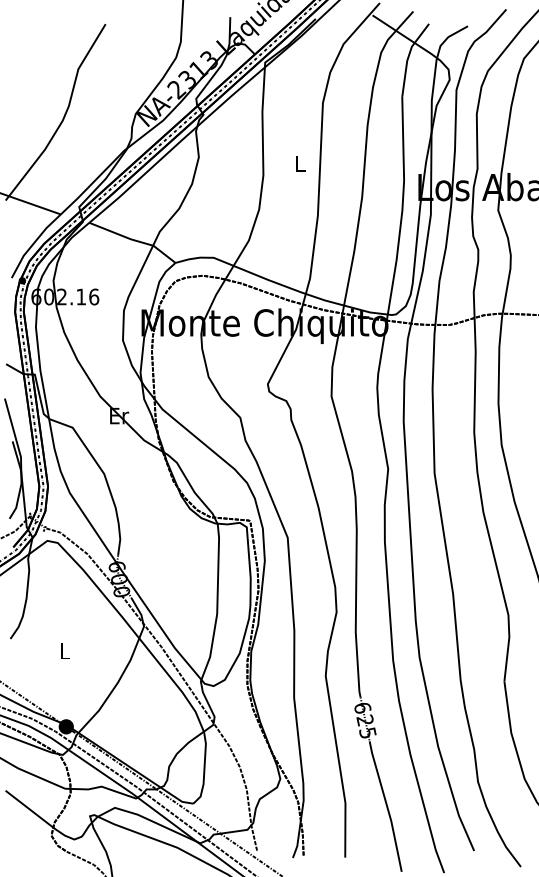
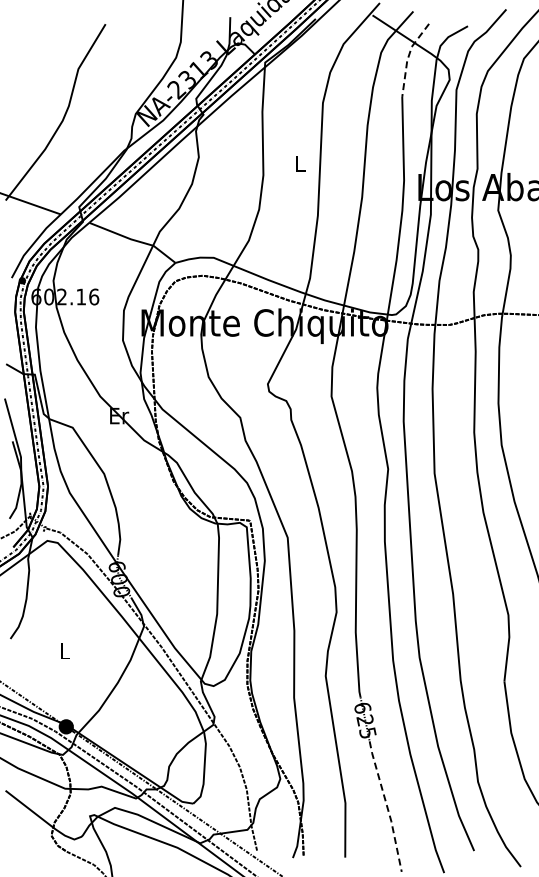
line at (408, 58): solid -> dashed
line at (387, 806): solid -> dashed
